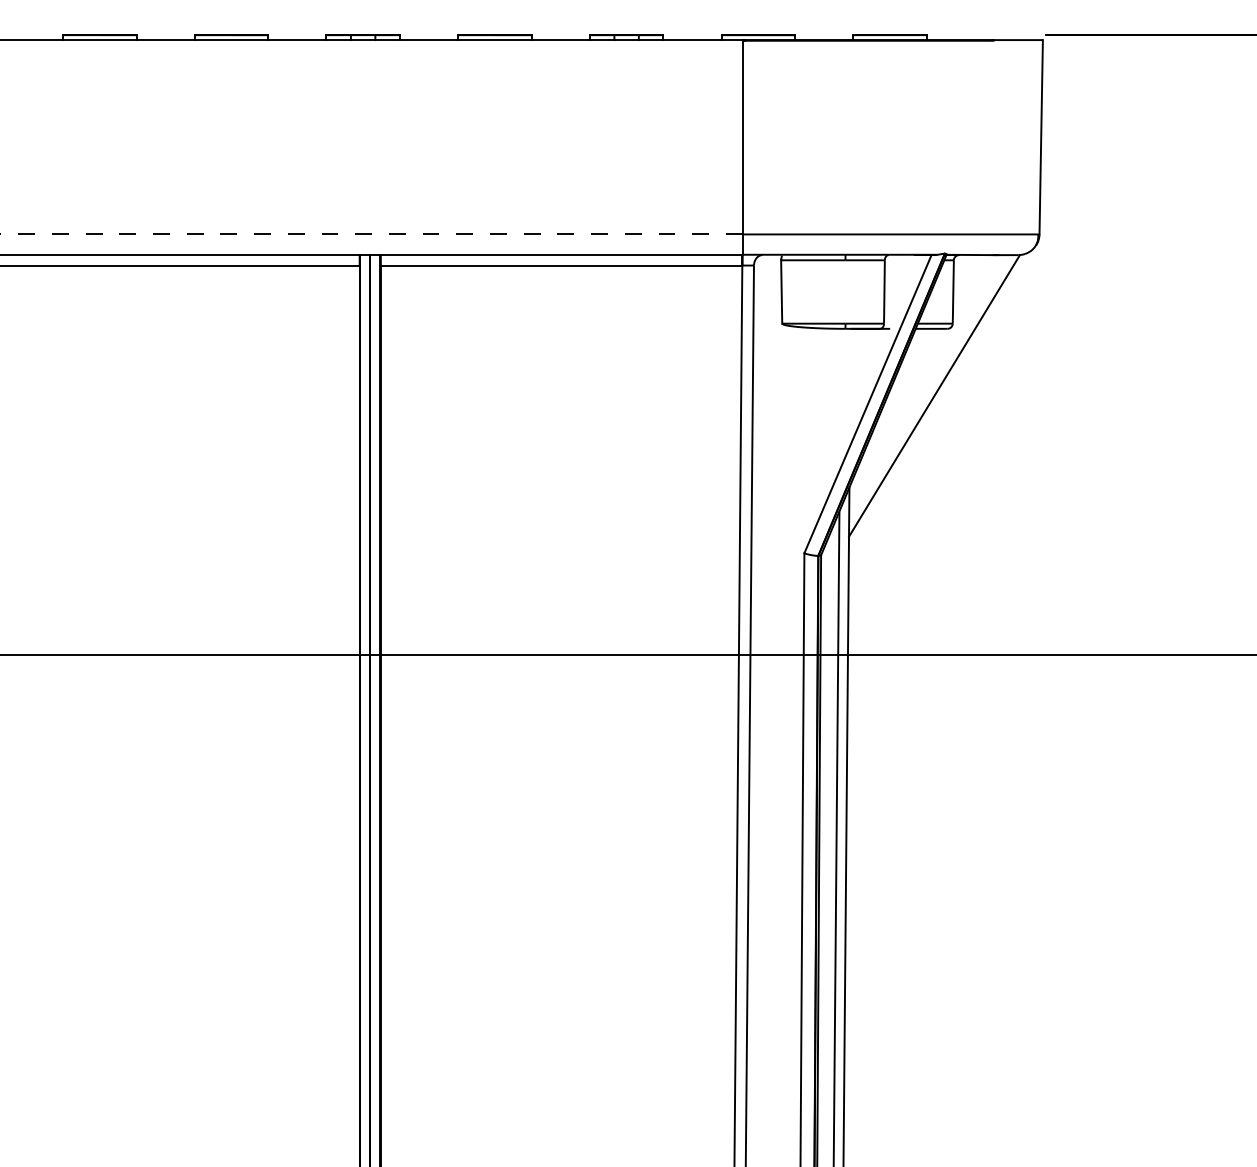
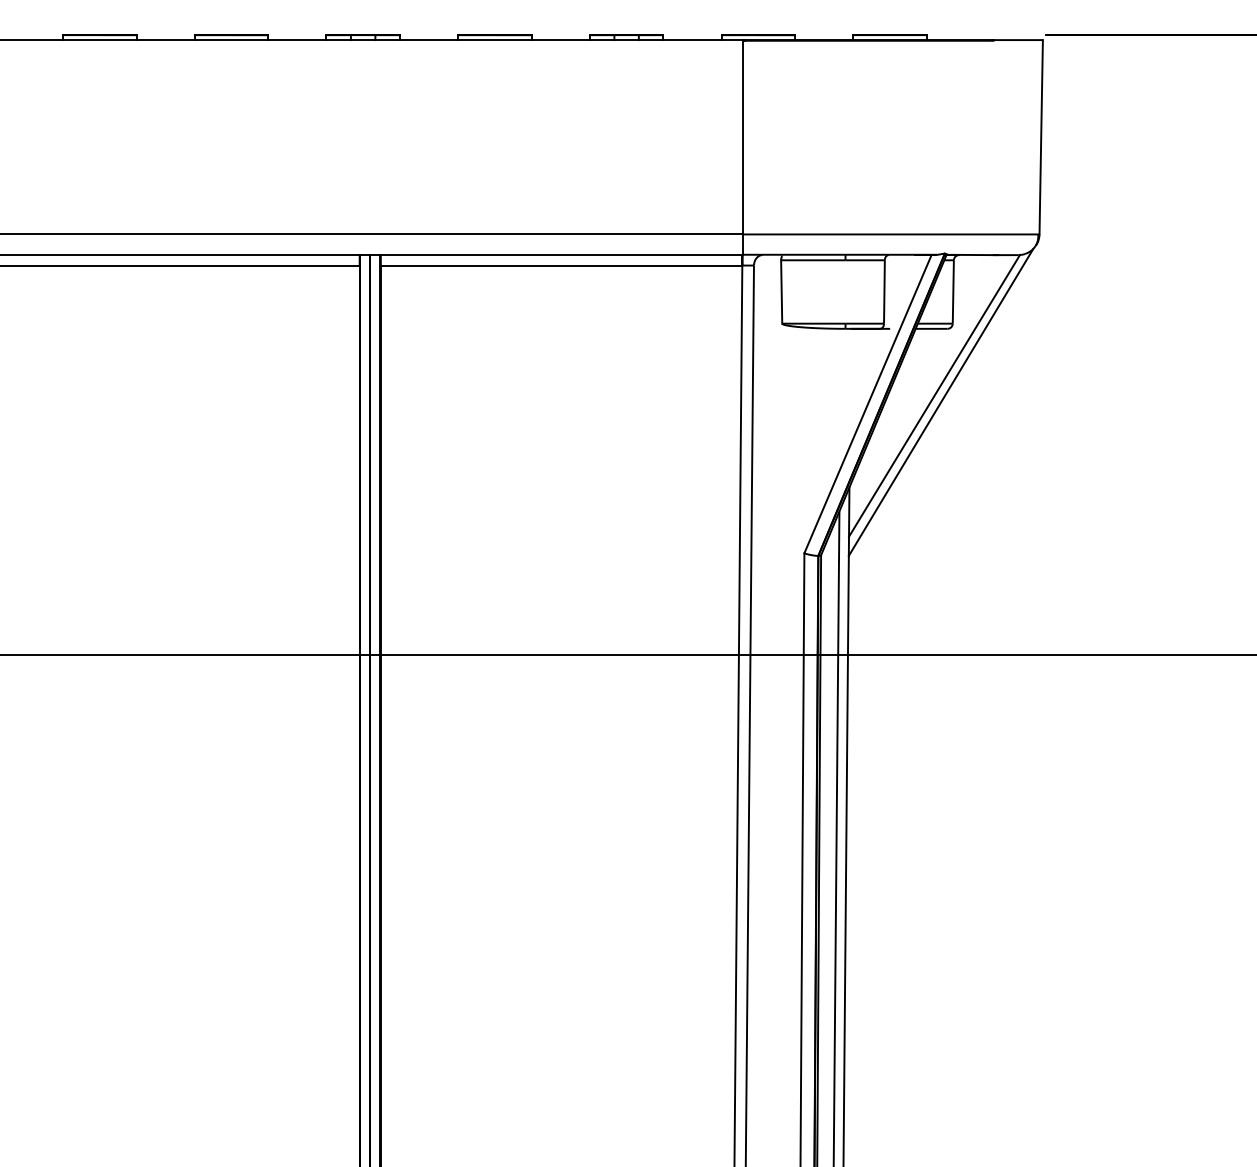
line at (370, 234): dashed -> solid
line at (940, 402): none -> present
